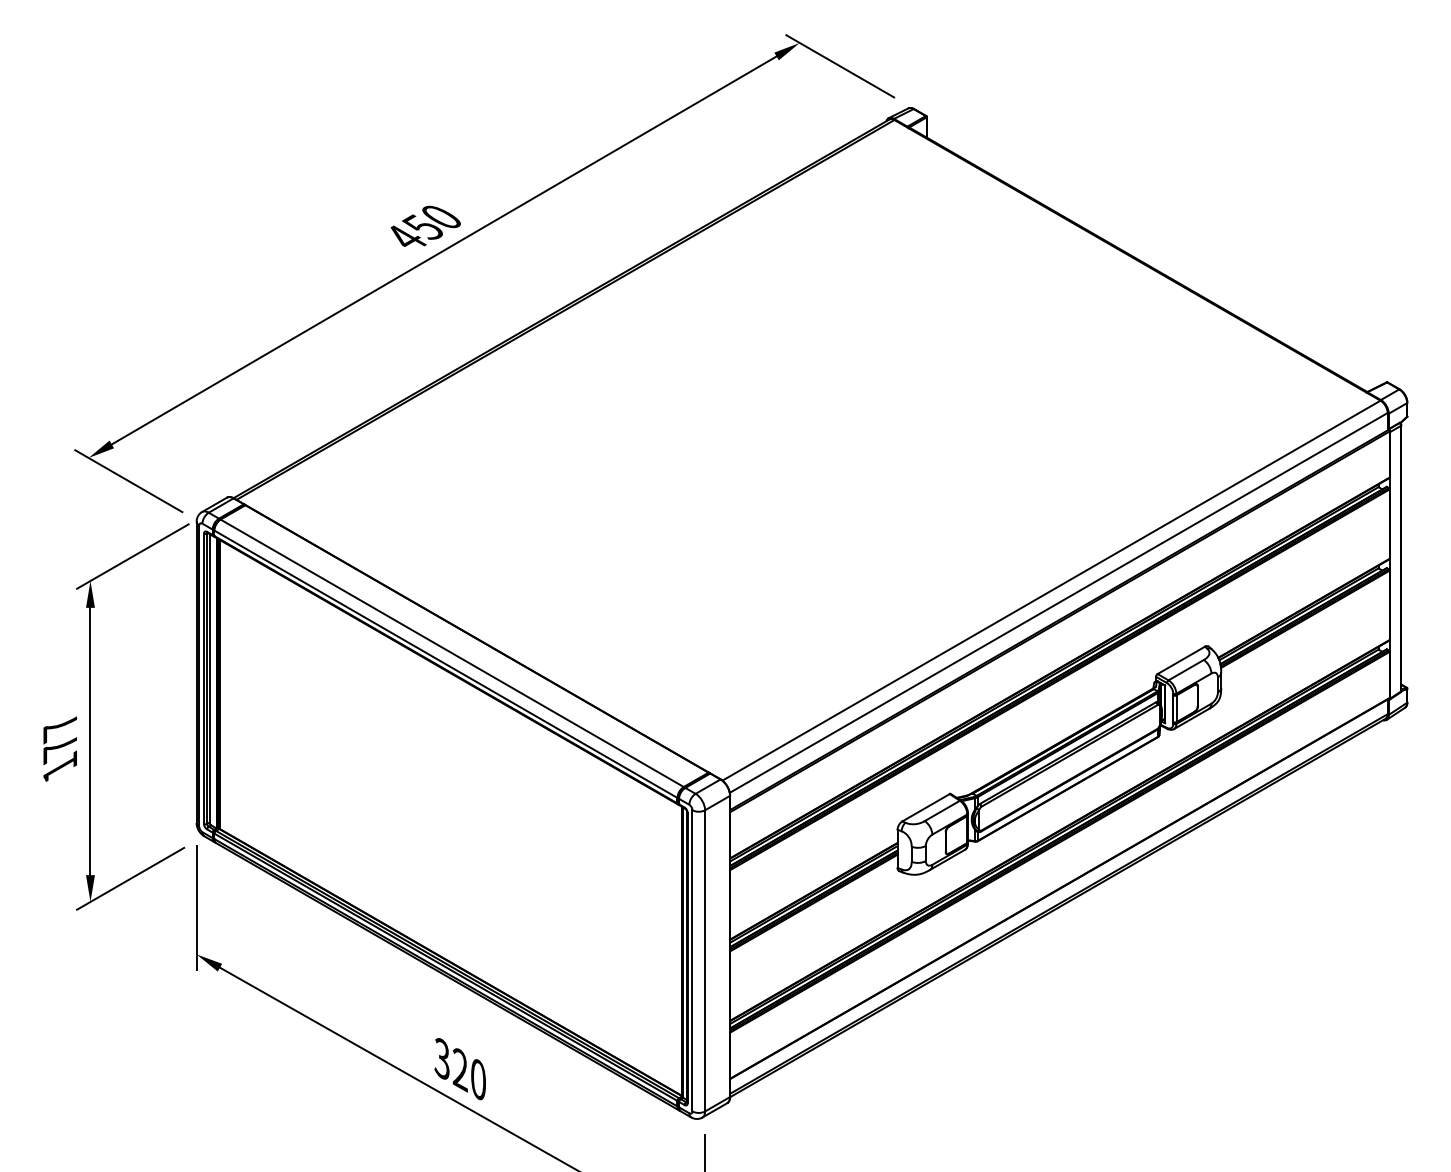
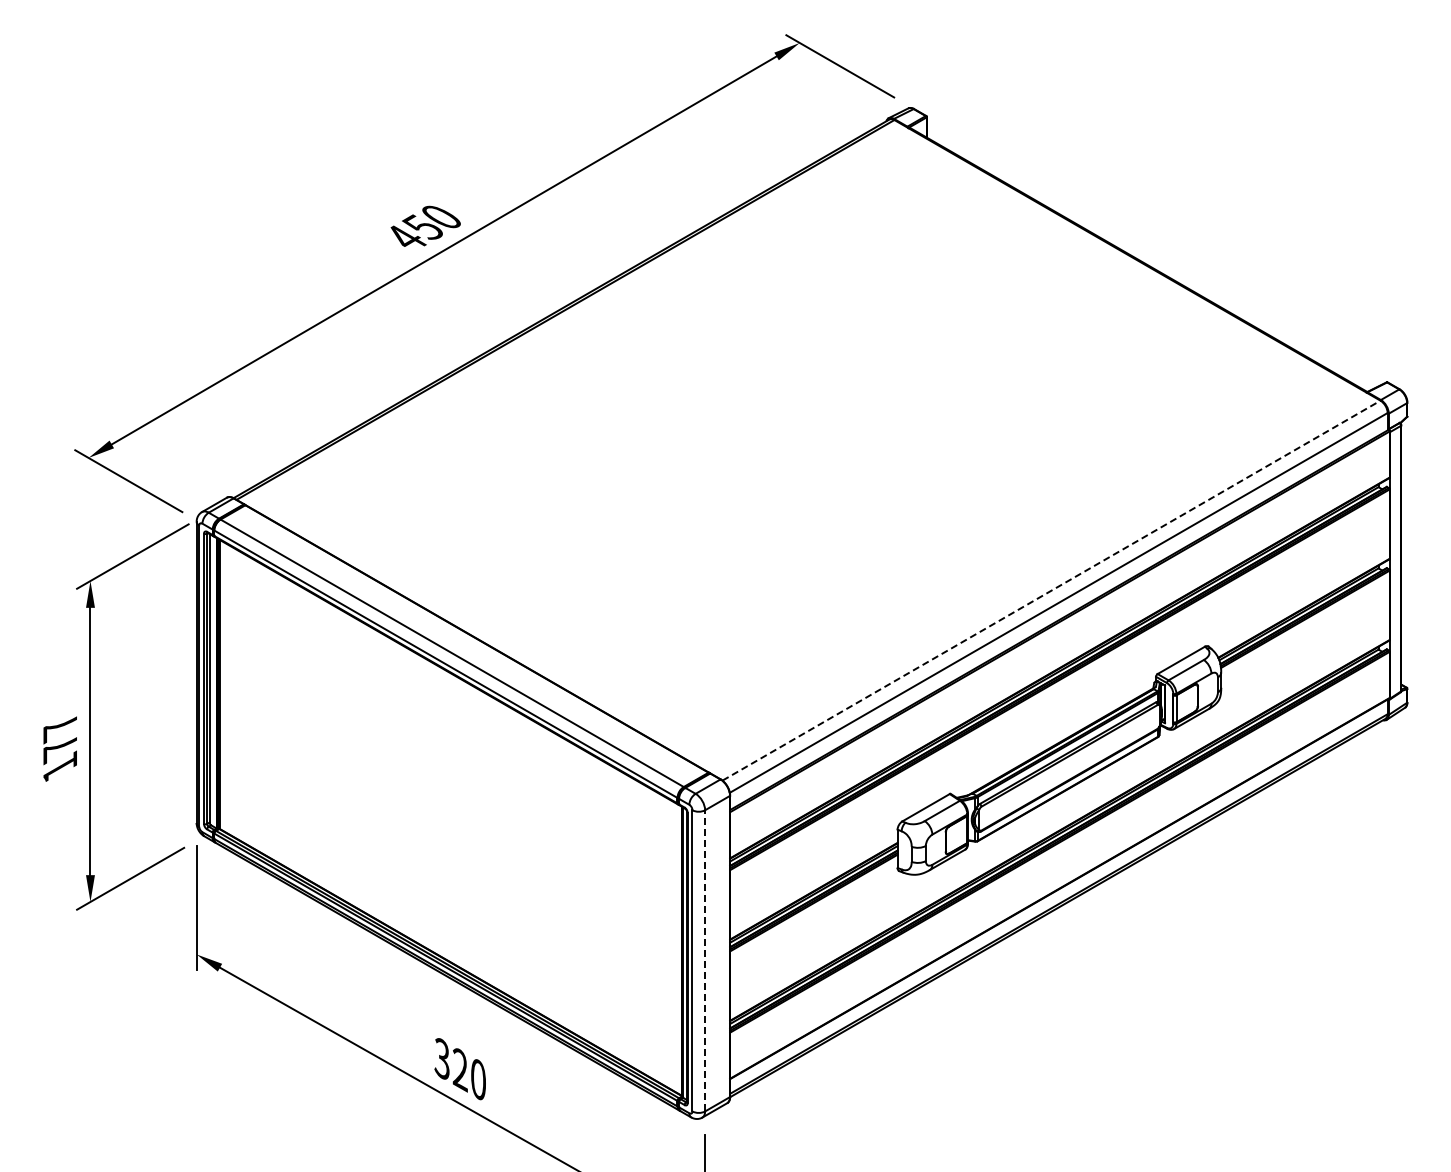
line at (1051, 590): solid -> dashed
line at (705, 960): solid -> dashed
